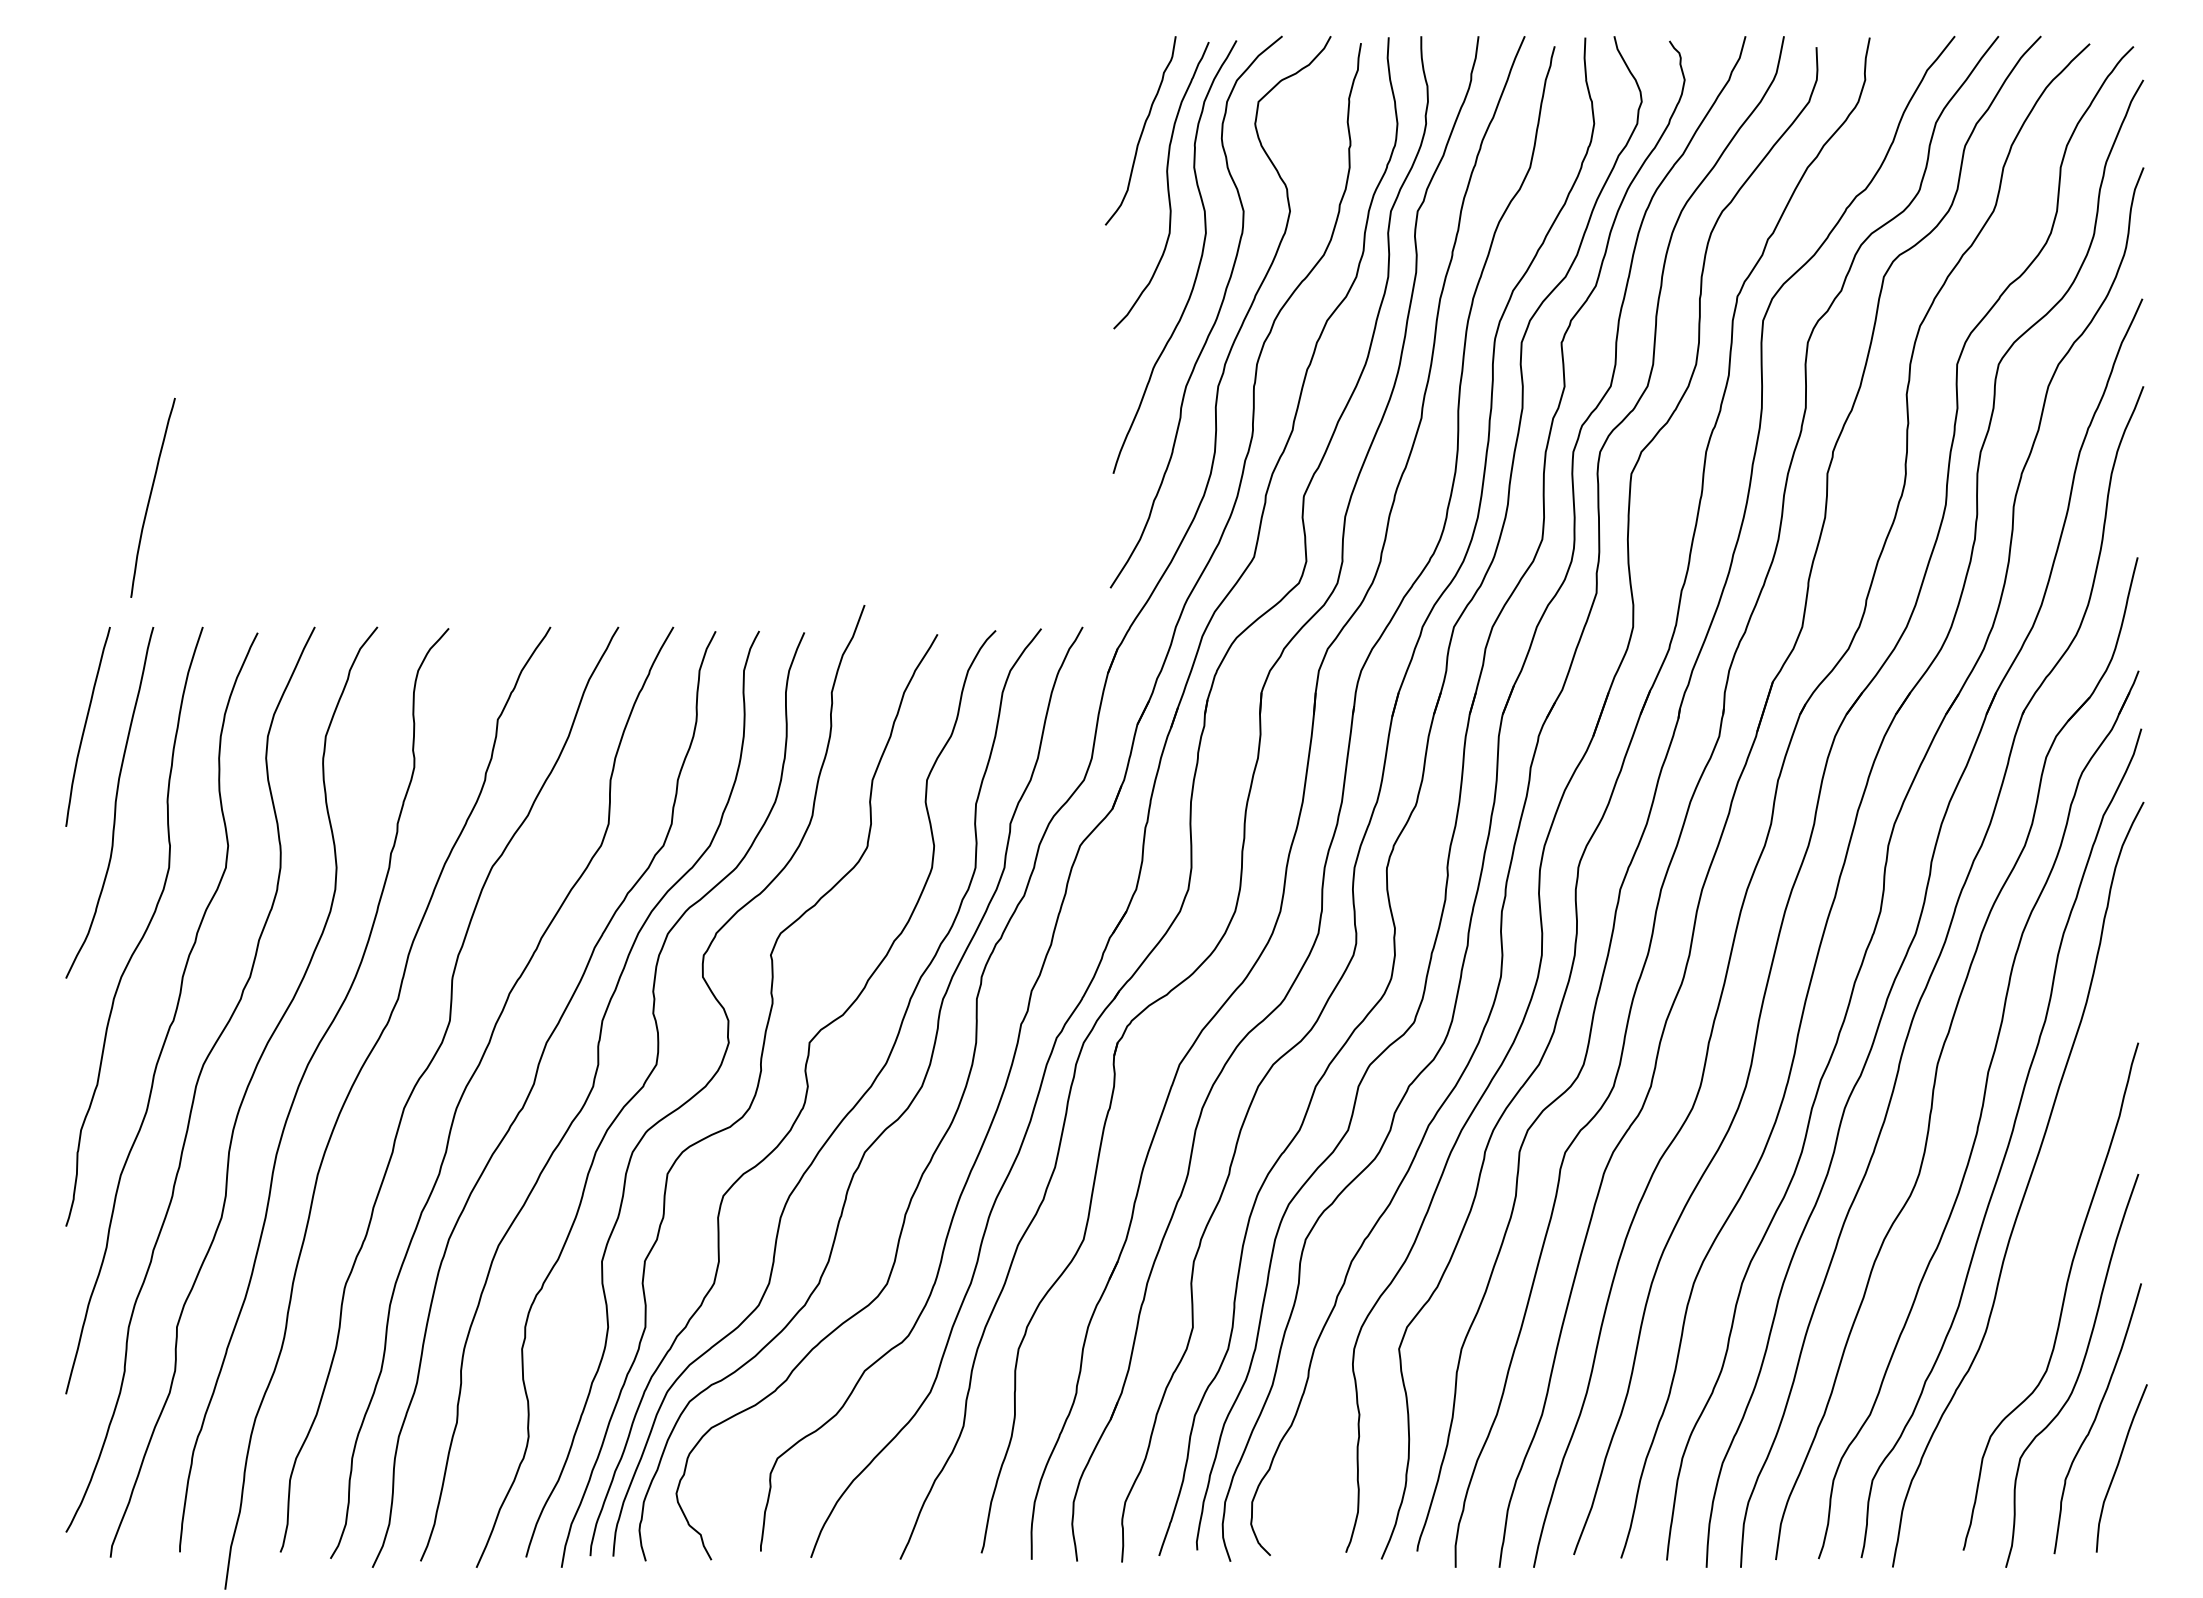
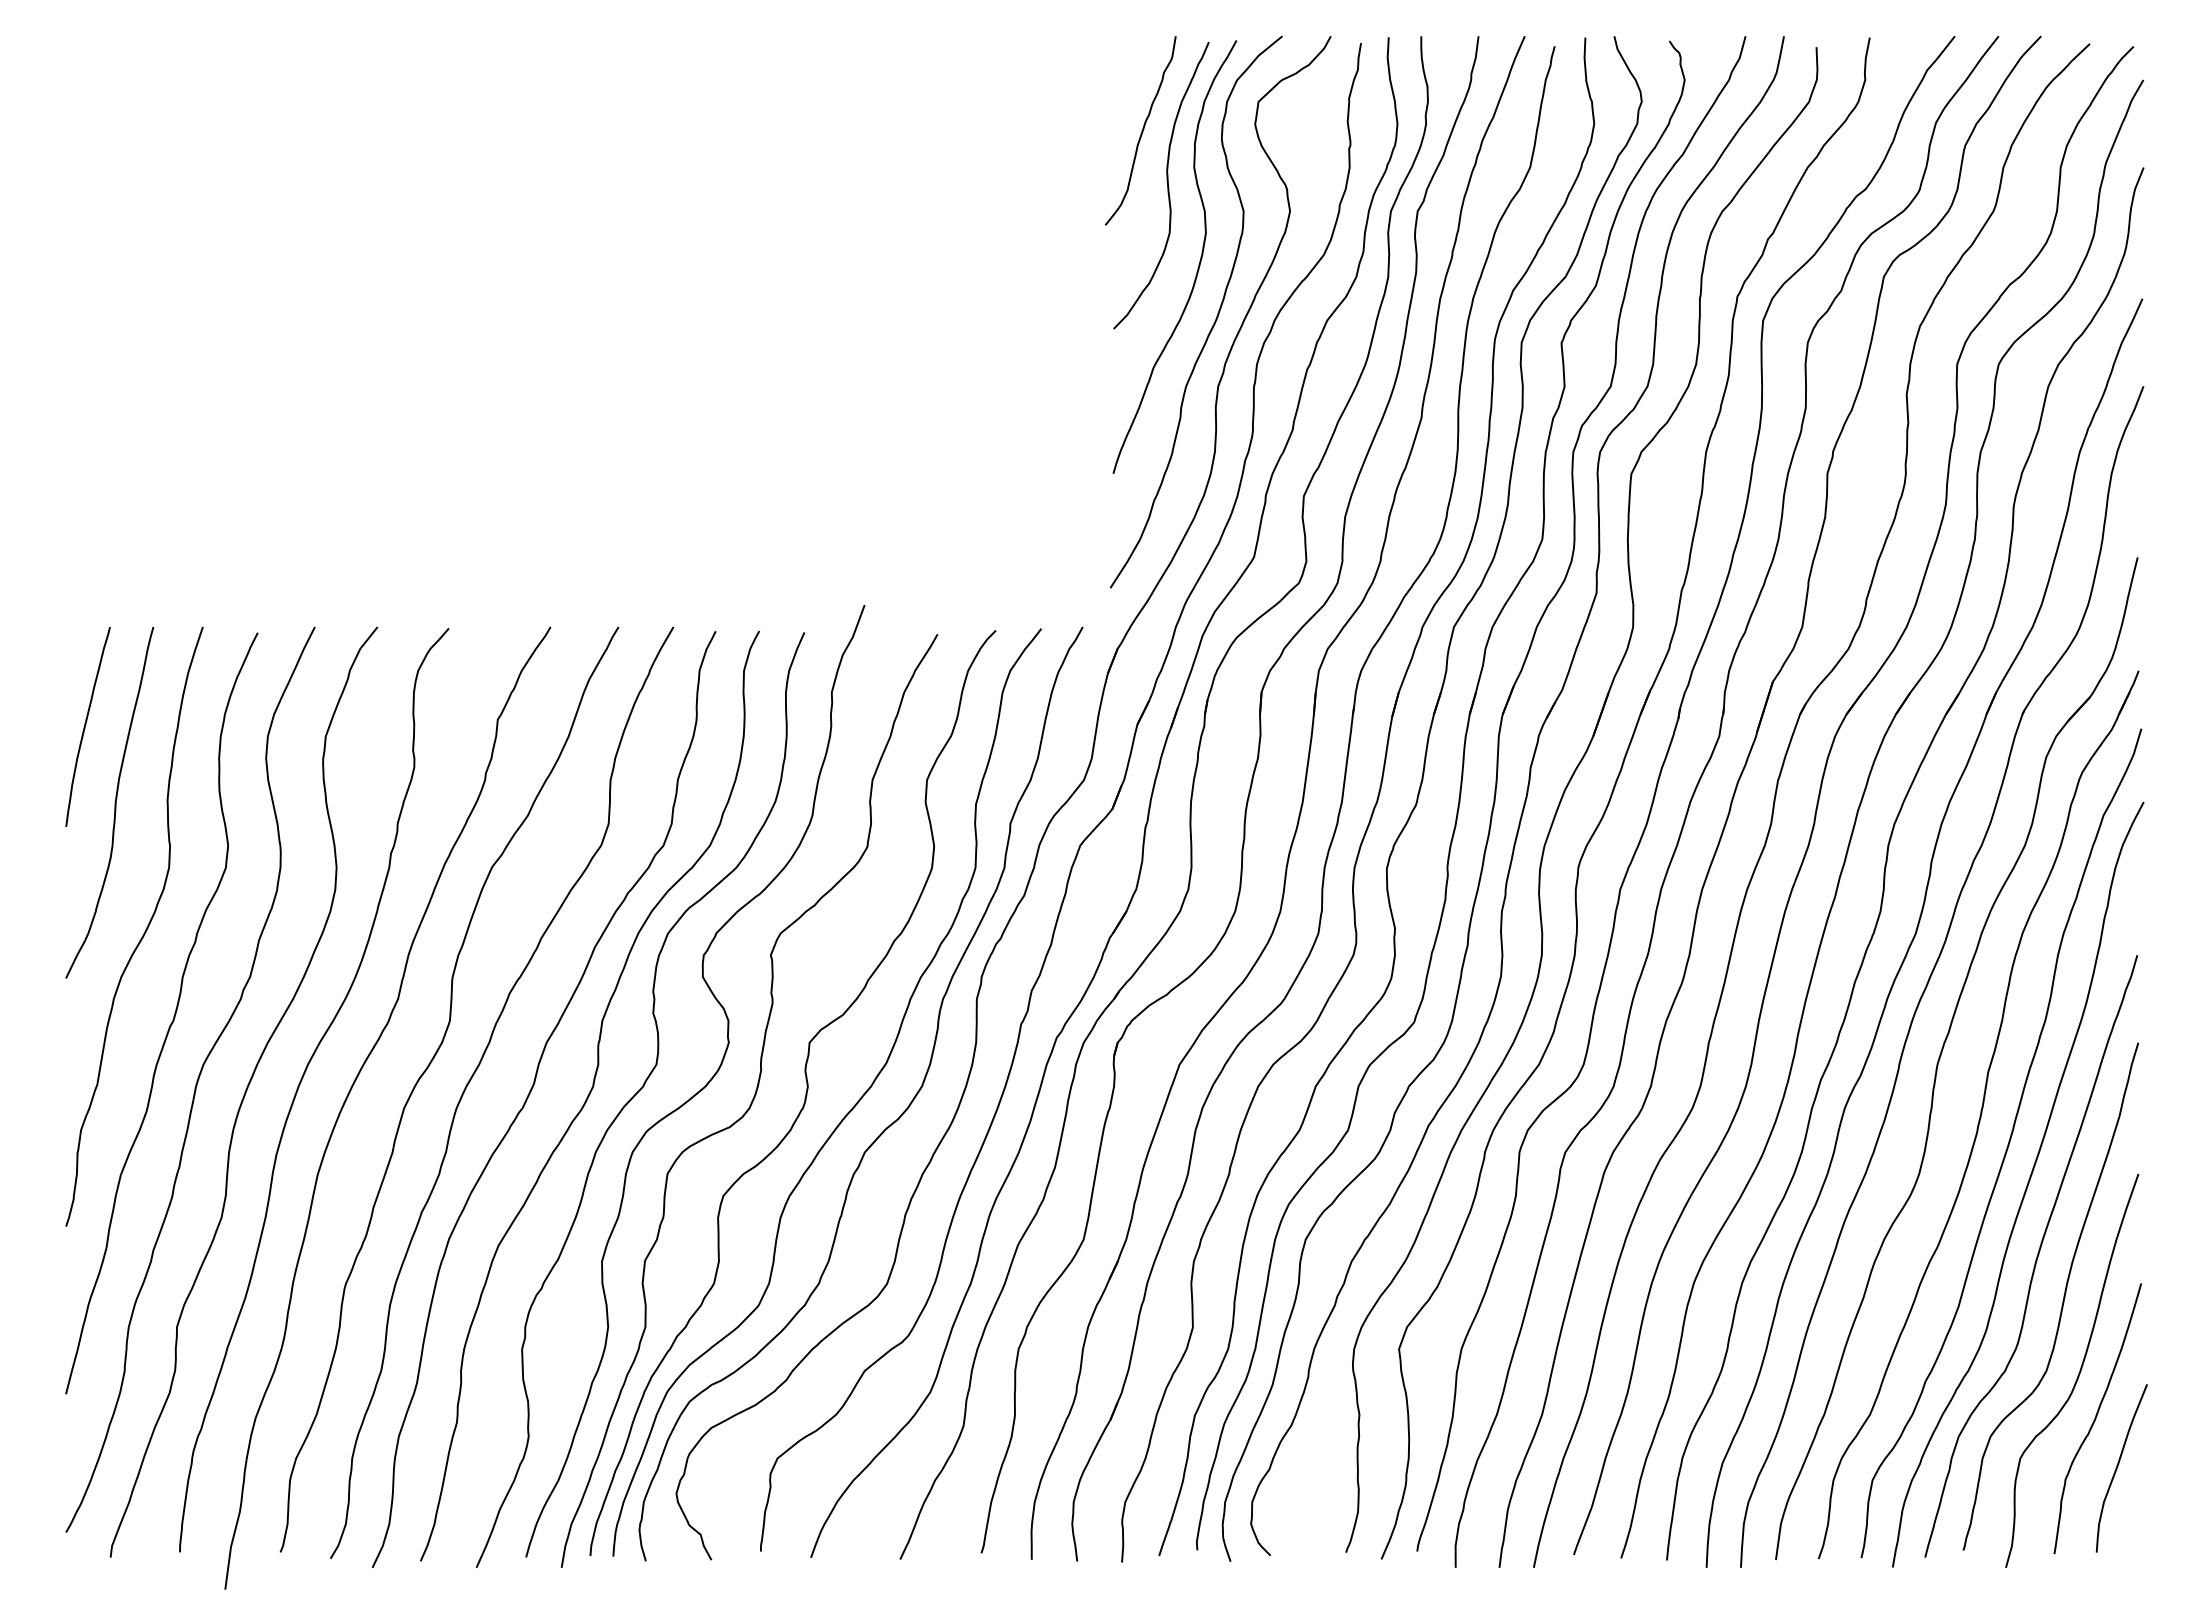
curve at (151, 496): present -> none
curve at (2036, 1256): none -> present
